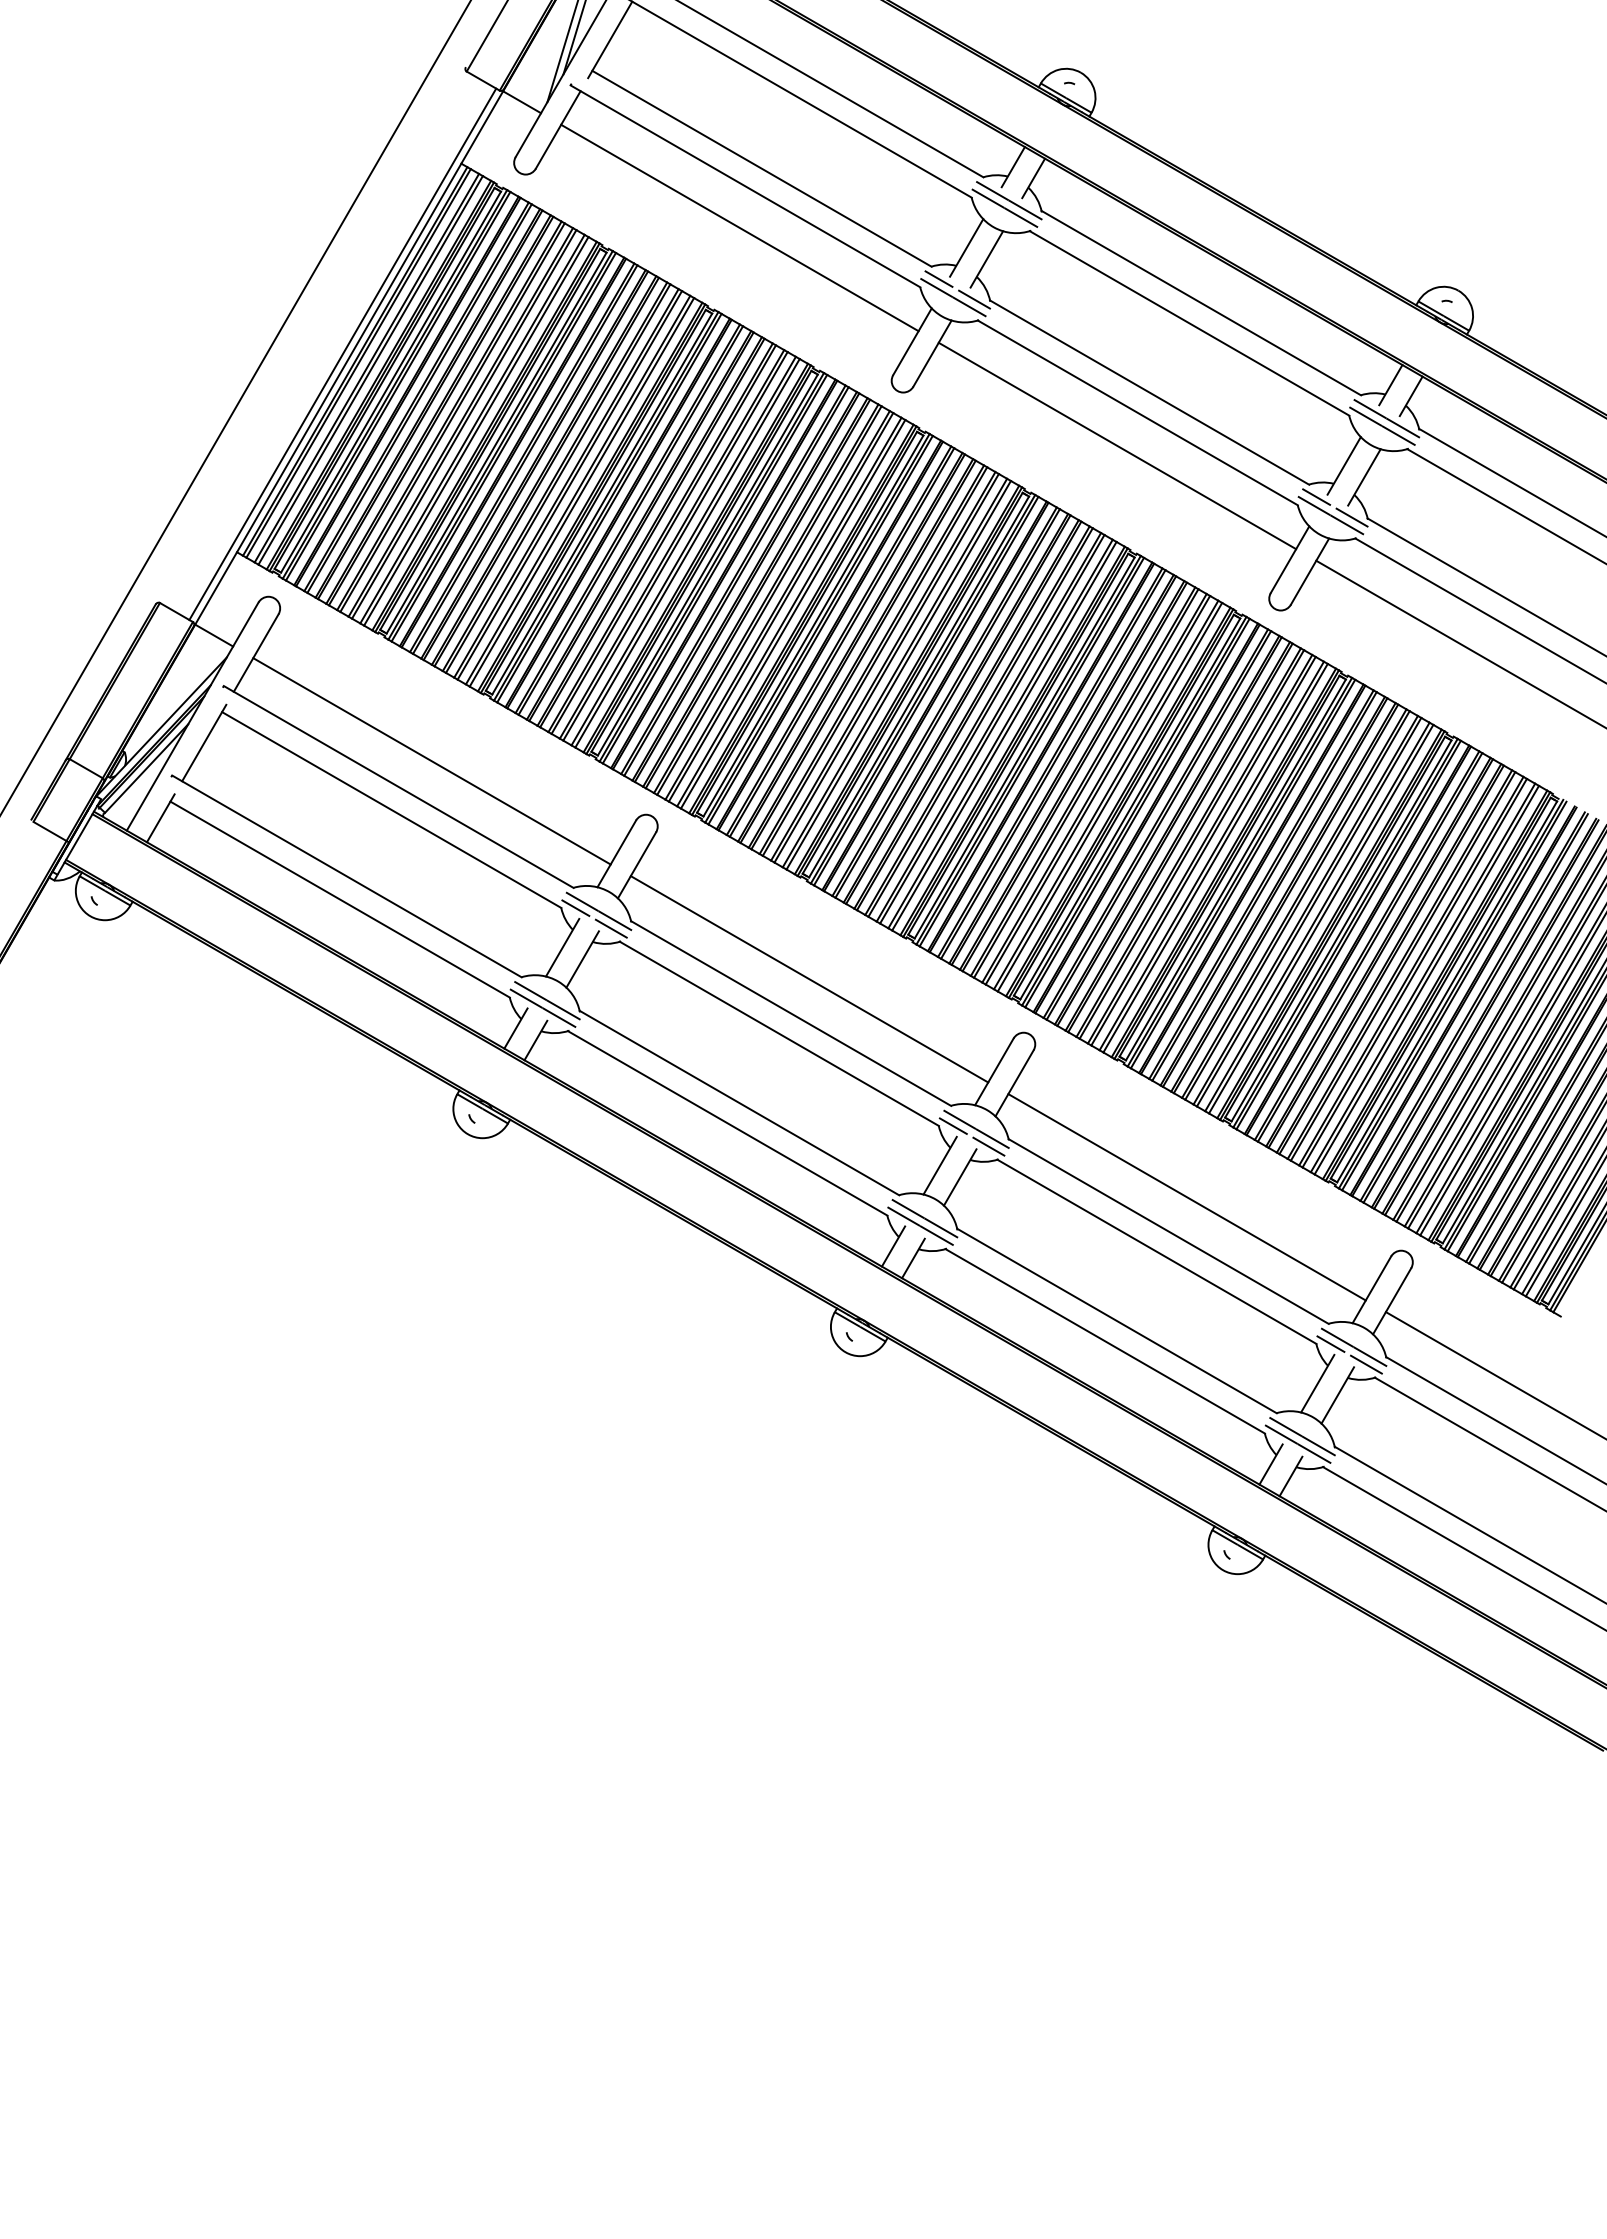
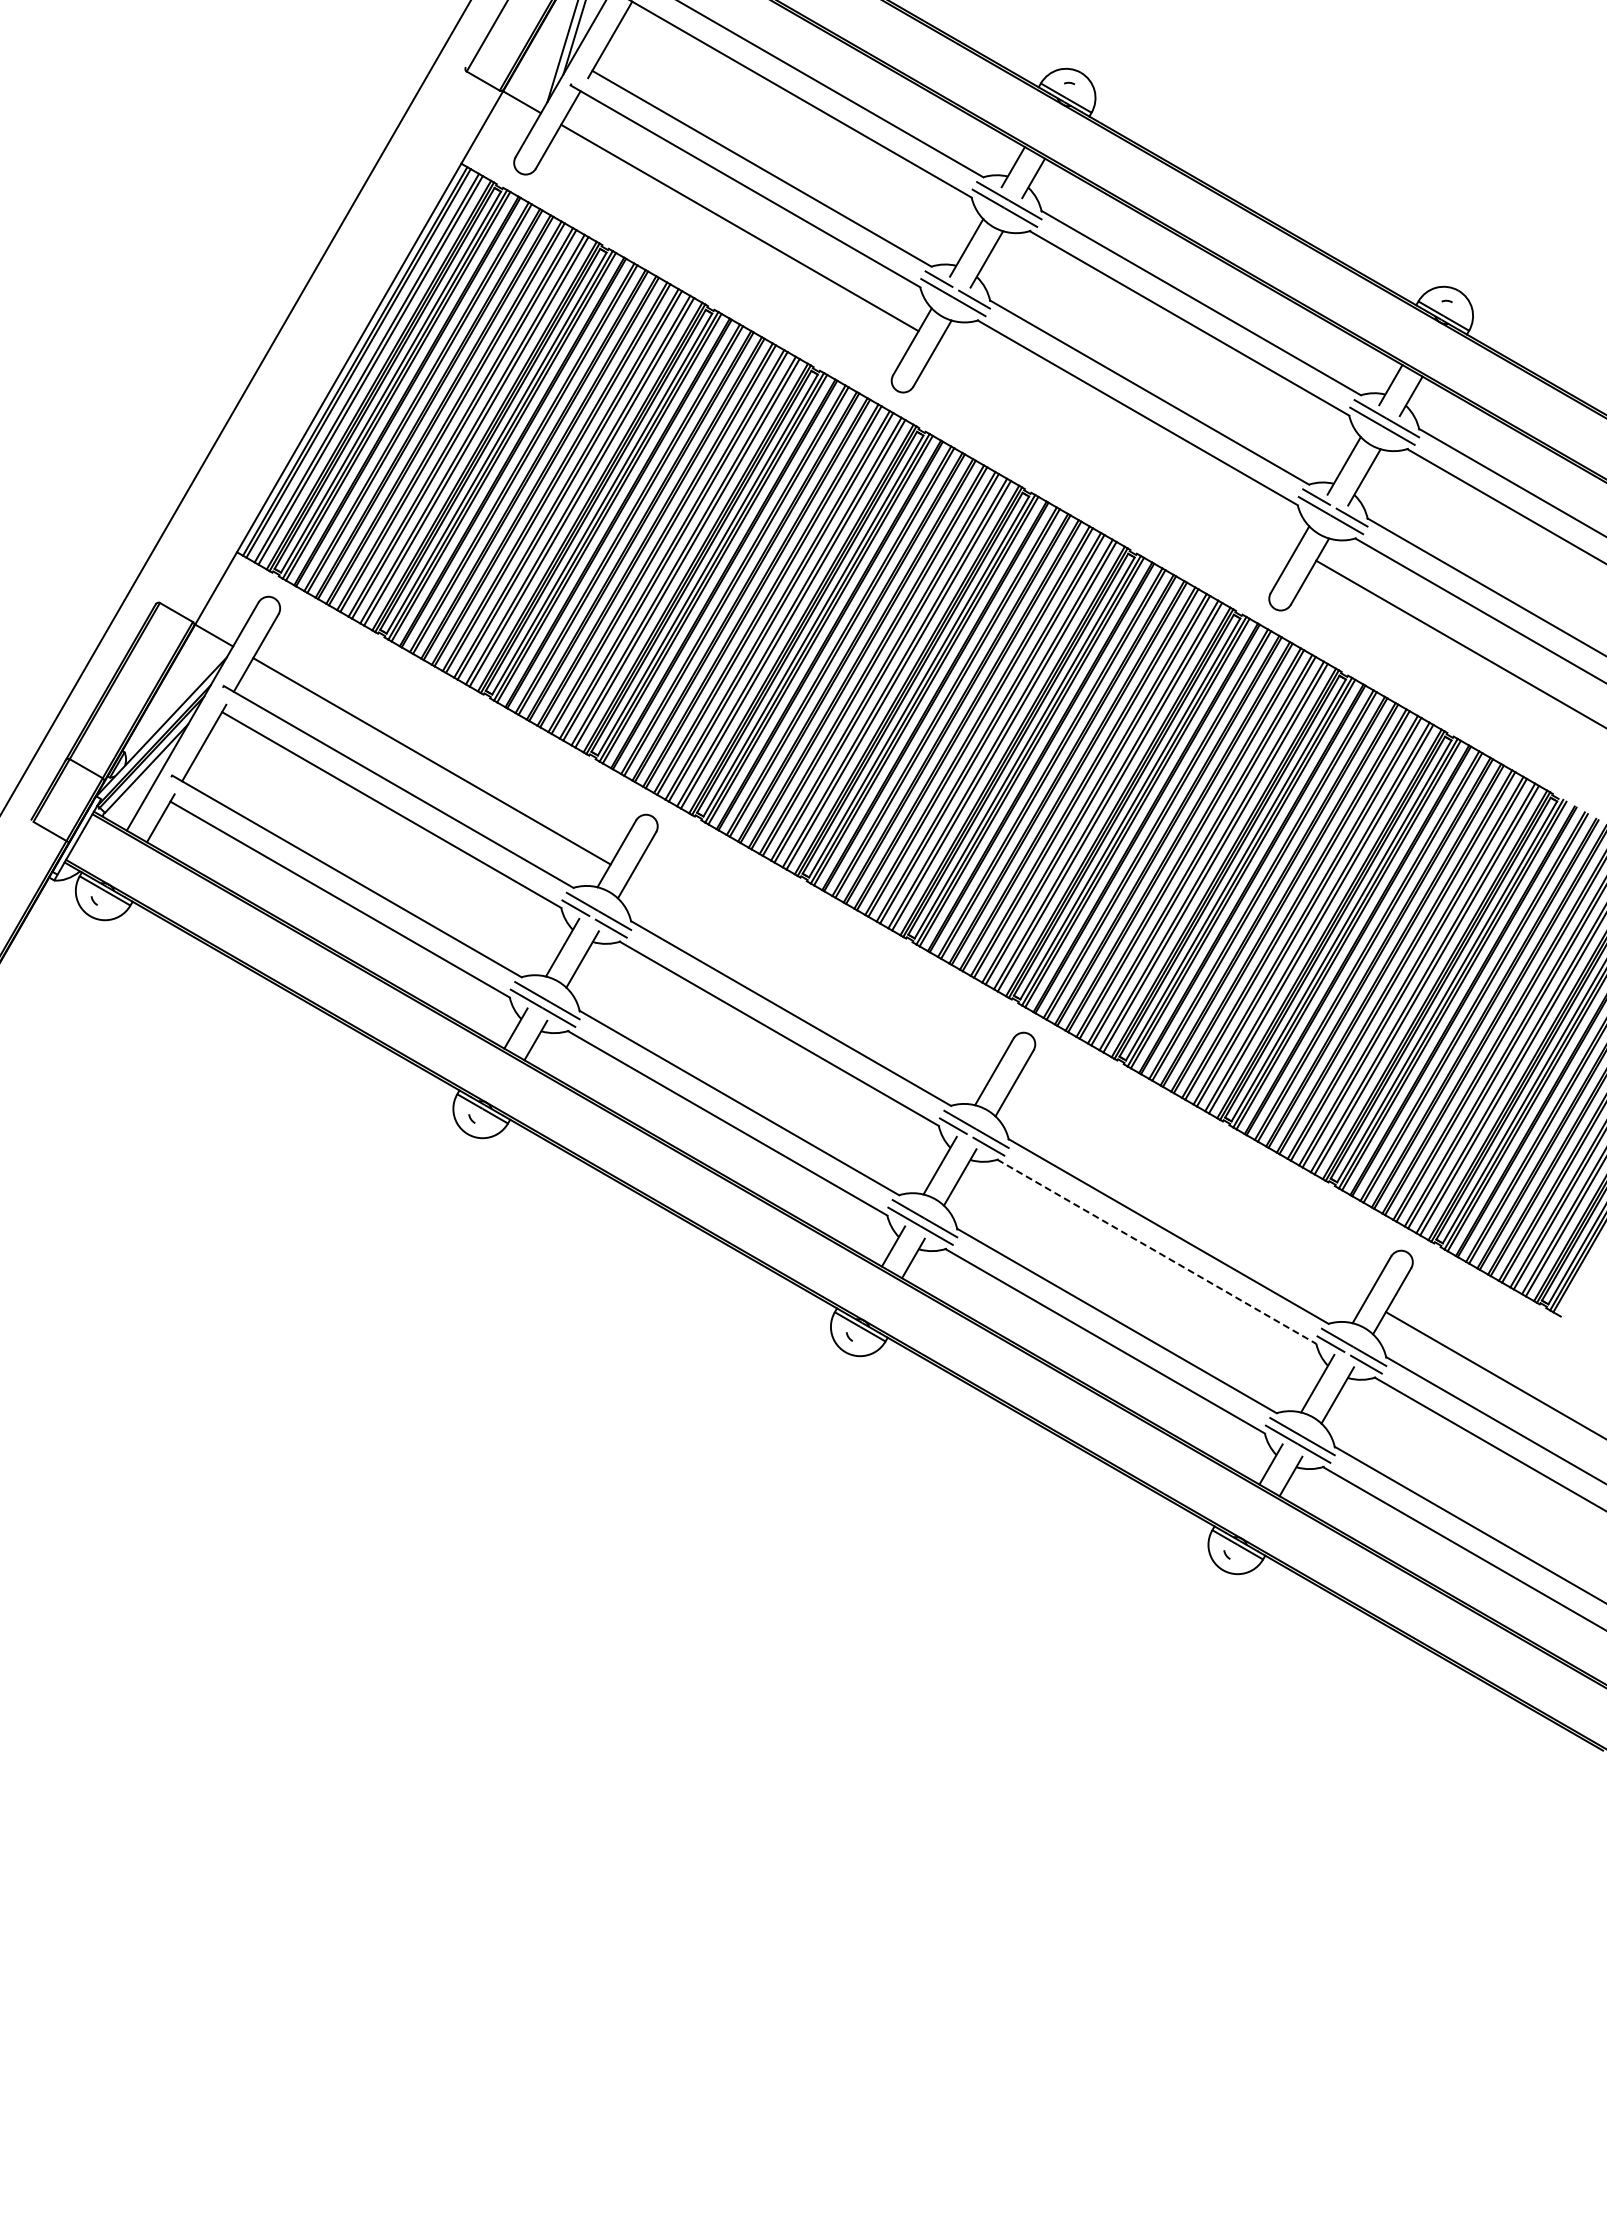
line at (342, 354): present -> none
line at (1117, 445): present -> none
line at (809, 979): present -> none
line at (1186, 1197): present -> none
line at (1157, 1252): solid -> dashed
